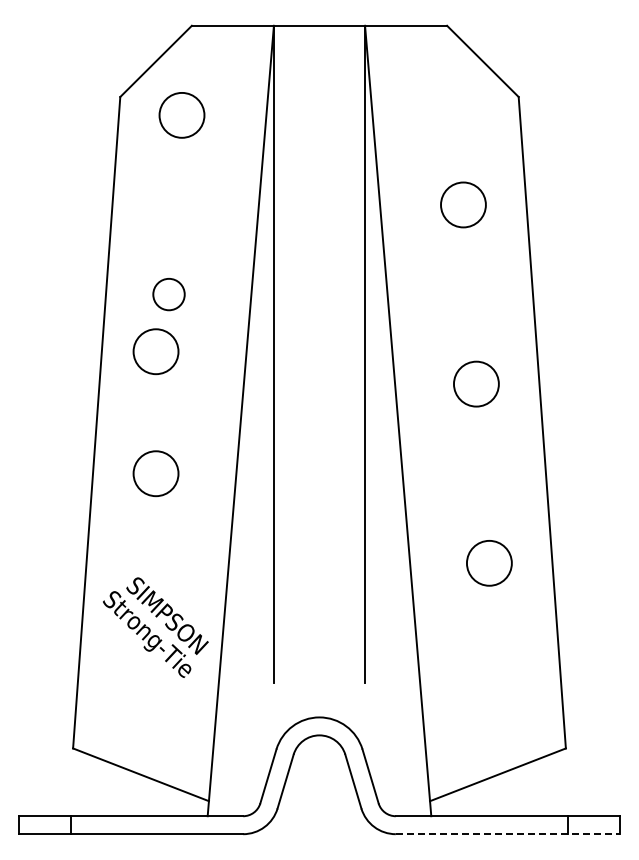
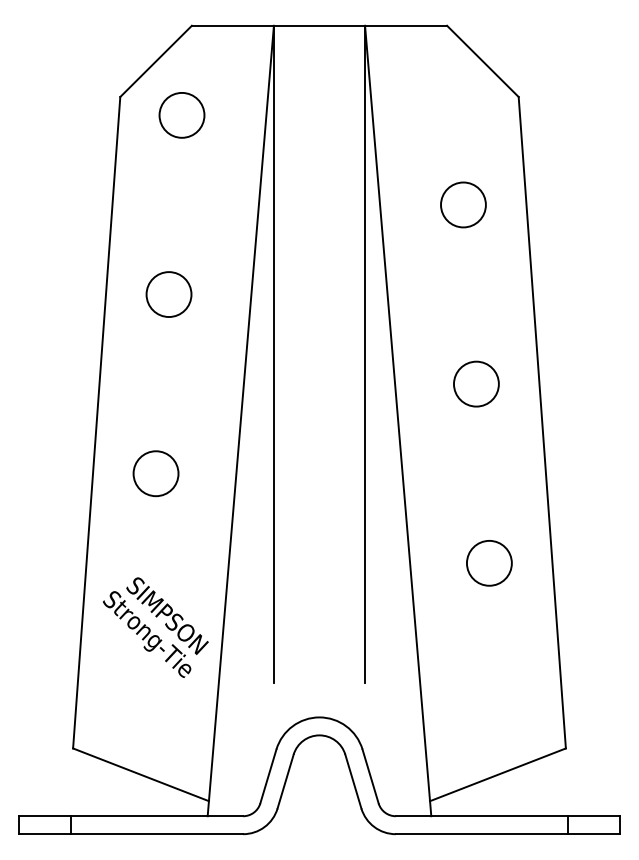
circle at (168, 294) diameter: 31 px -> 45 px
circle at (155, 351): present -> none
line at (508, 834): dashed -> solid
